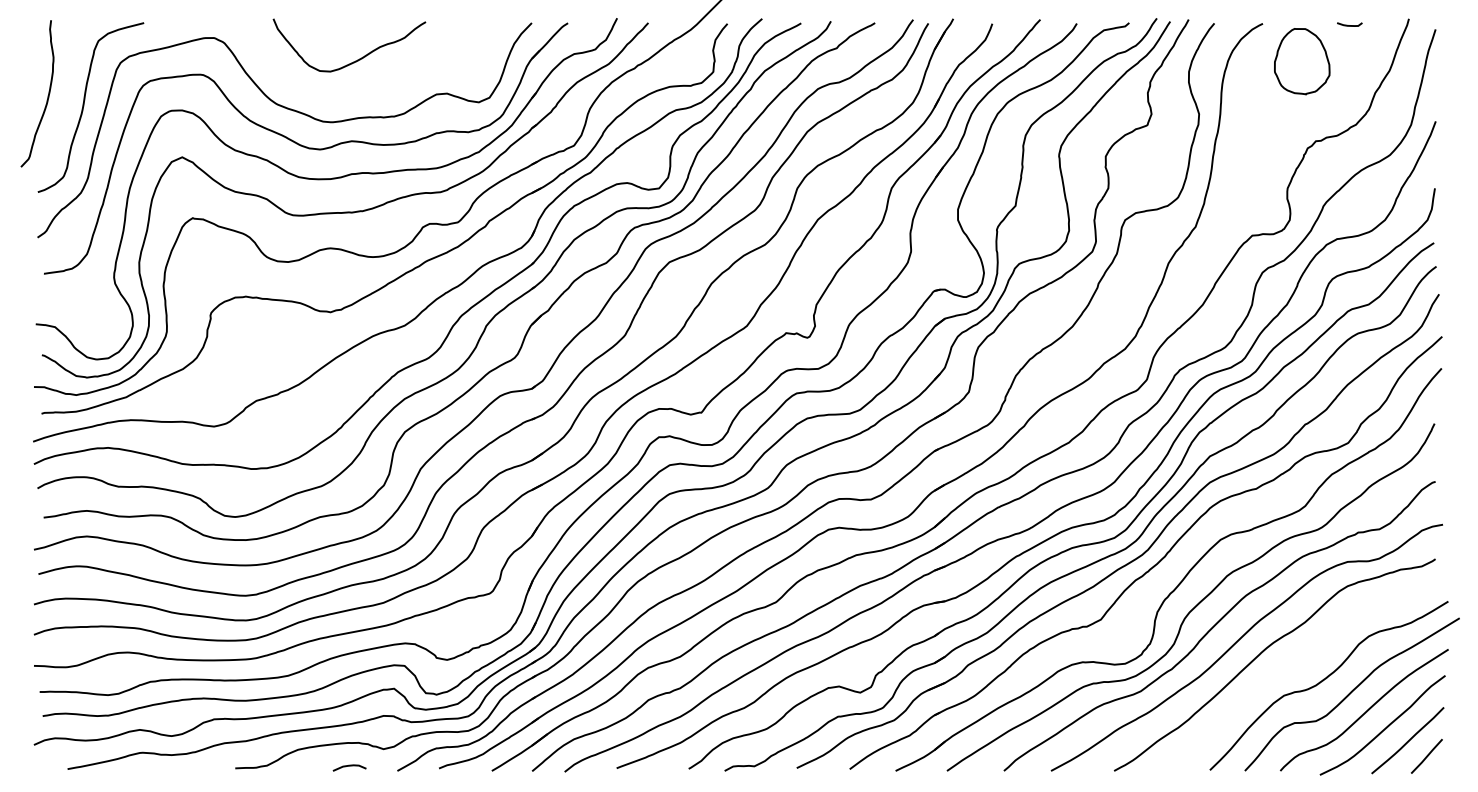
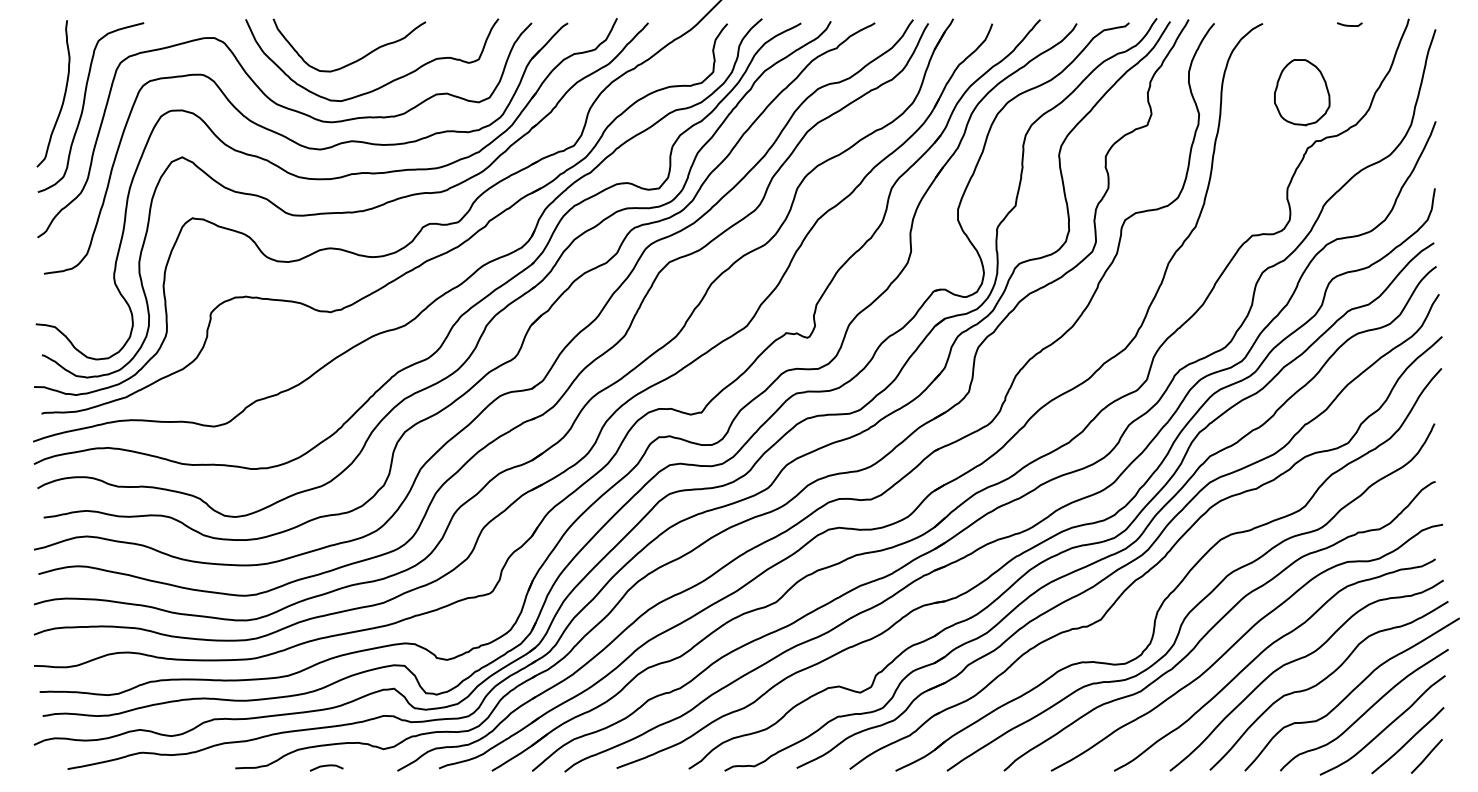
part at (1302, 61) position: (1302, 61) -> (1302, 92)
curve at (387, 82): none -> present
curve at (47, 95) position: (47, 95) -> (63, 95)
curve at (1301, 659): none -> present
curve at (349, 766) position: (349, 766) -> (326, 766)
